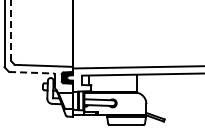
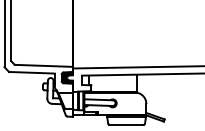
line at (11, 30): dashed -> solid
line at (31, 72): dashed -> solid
